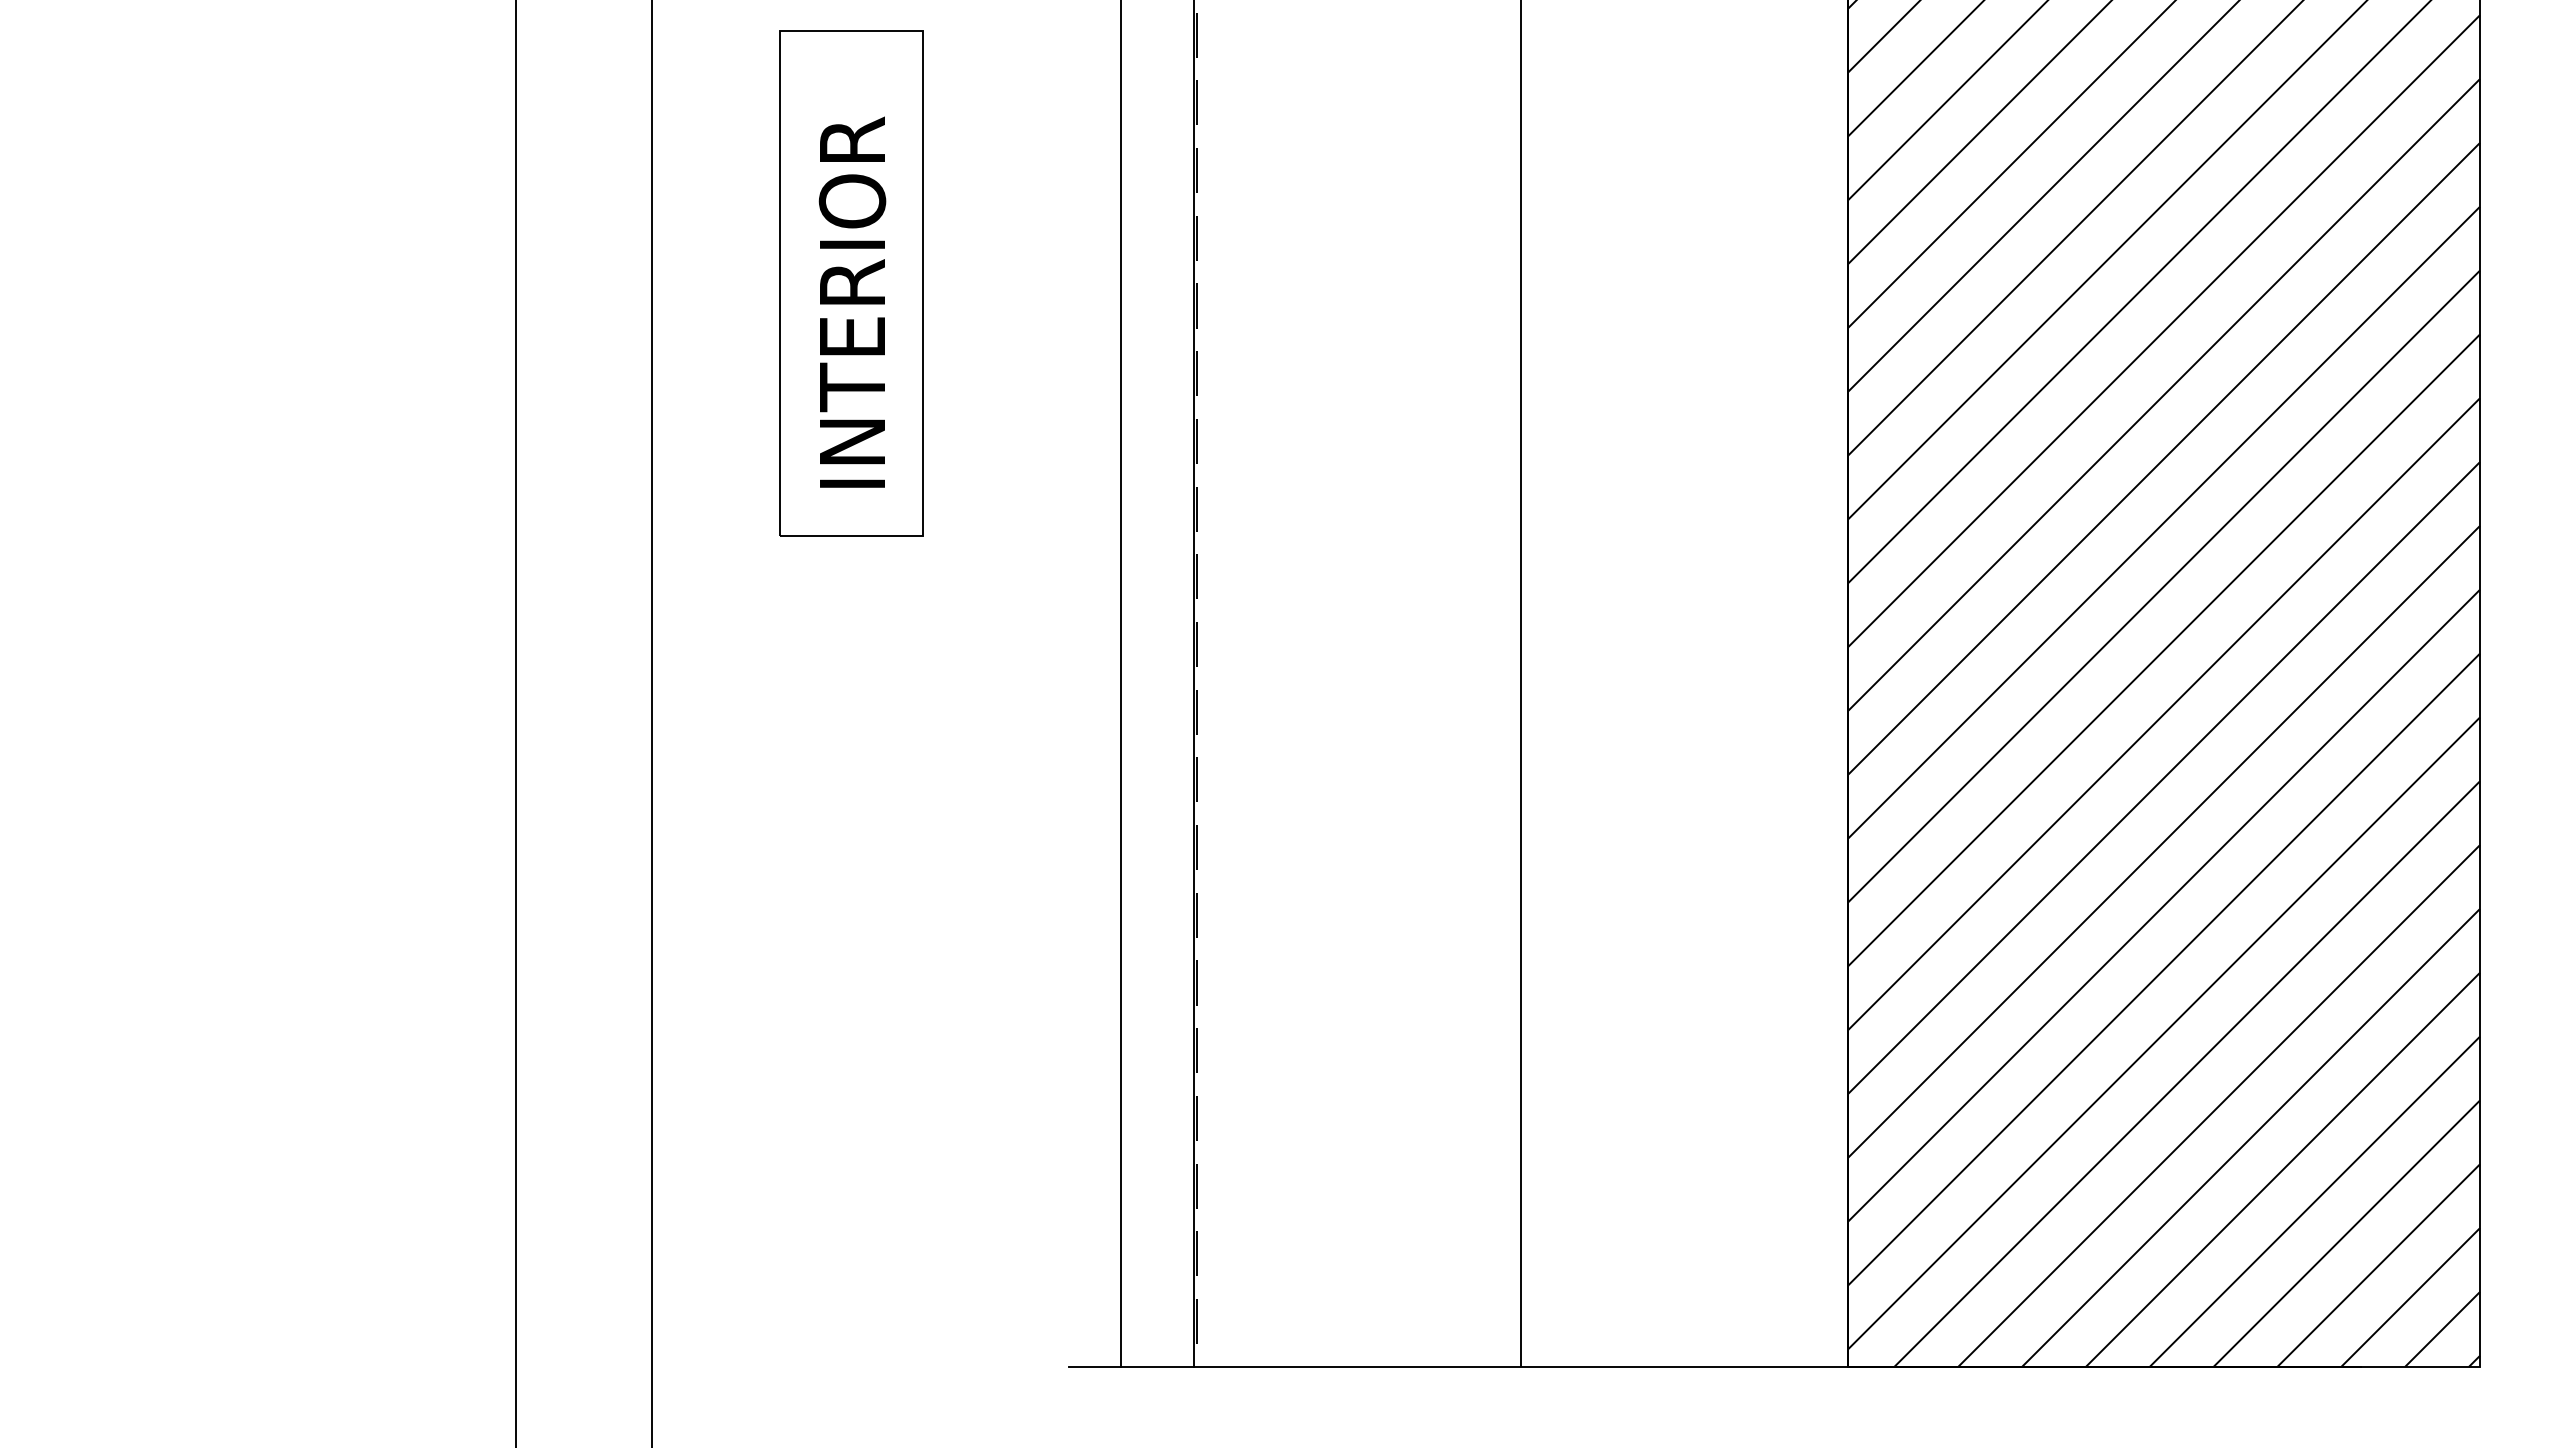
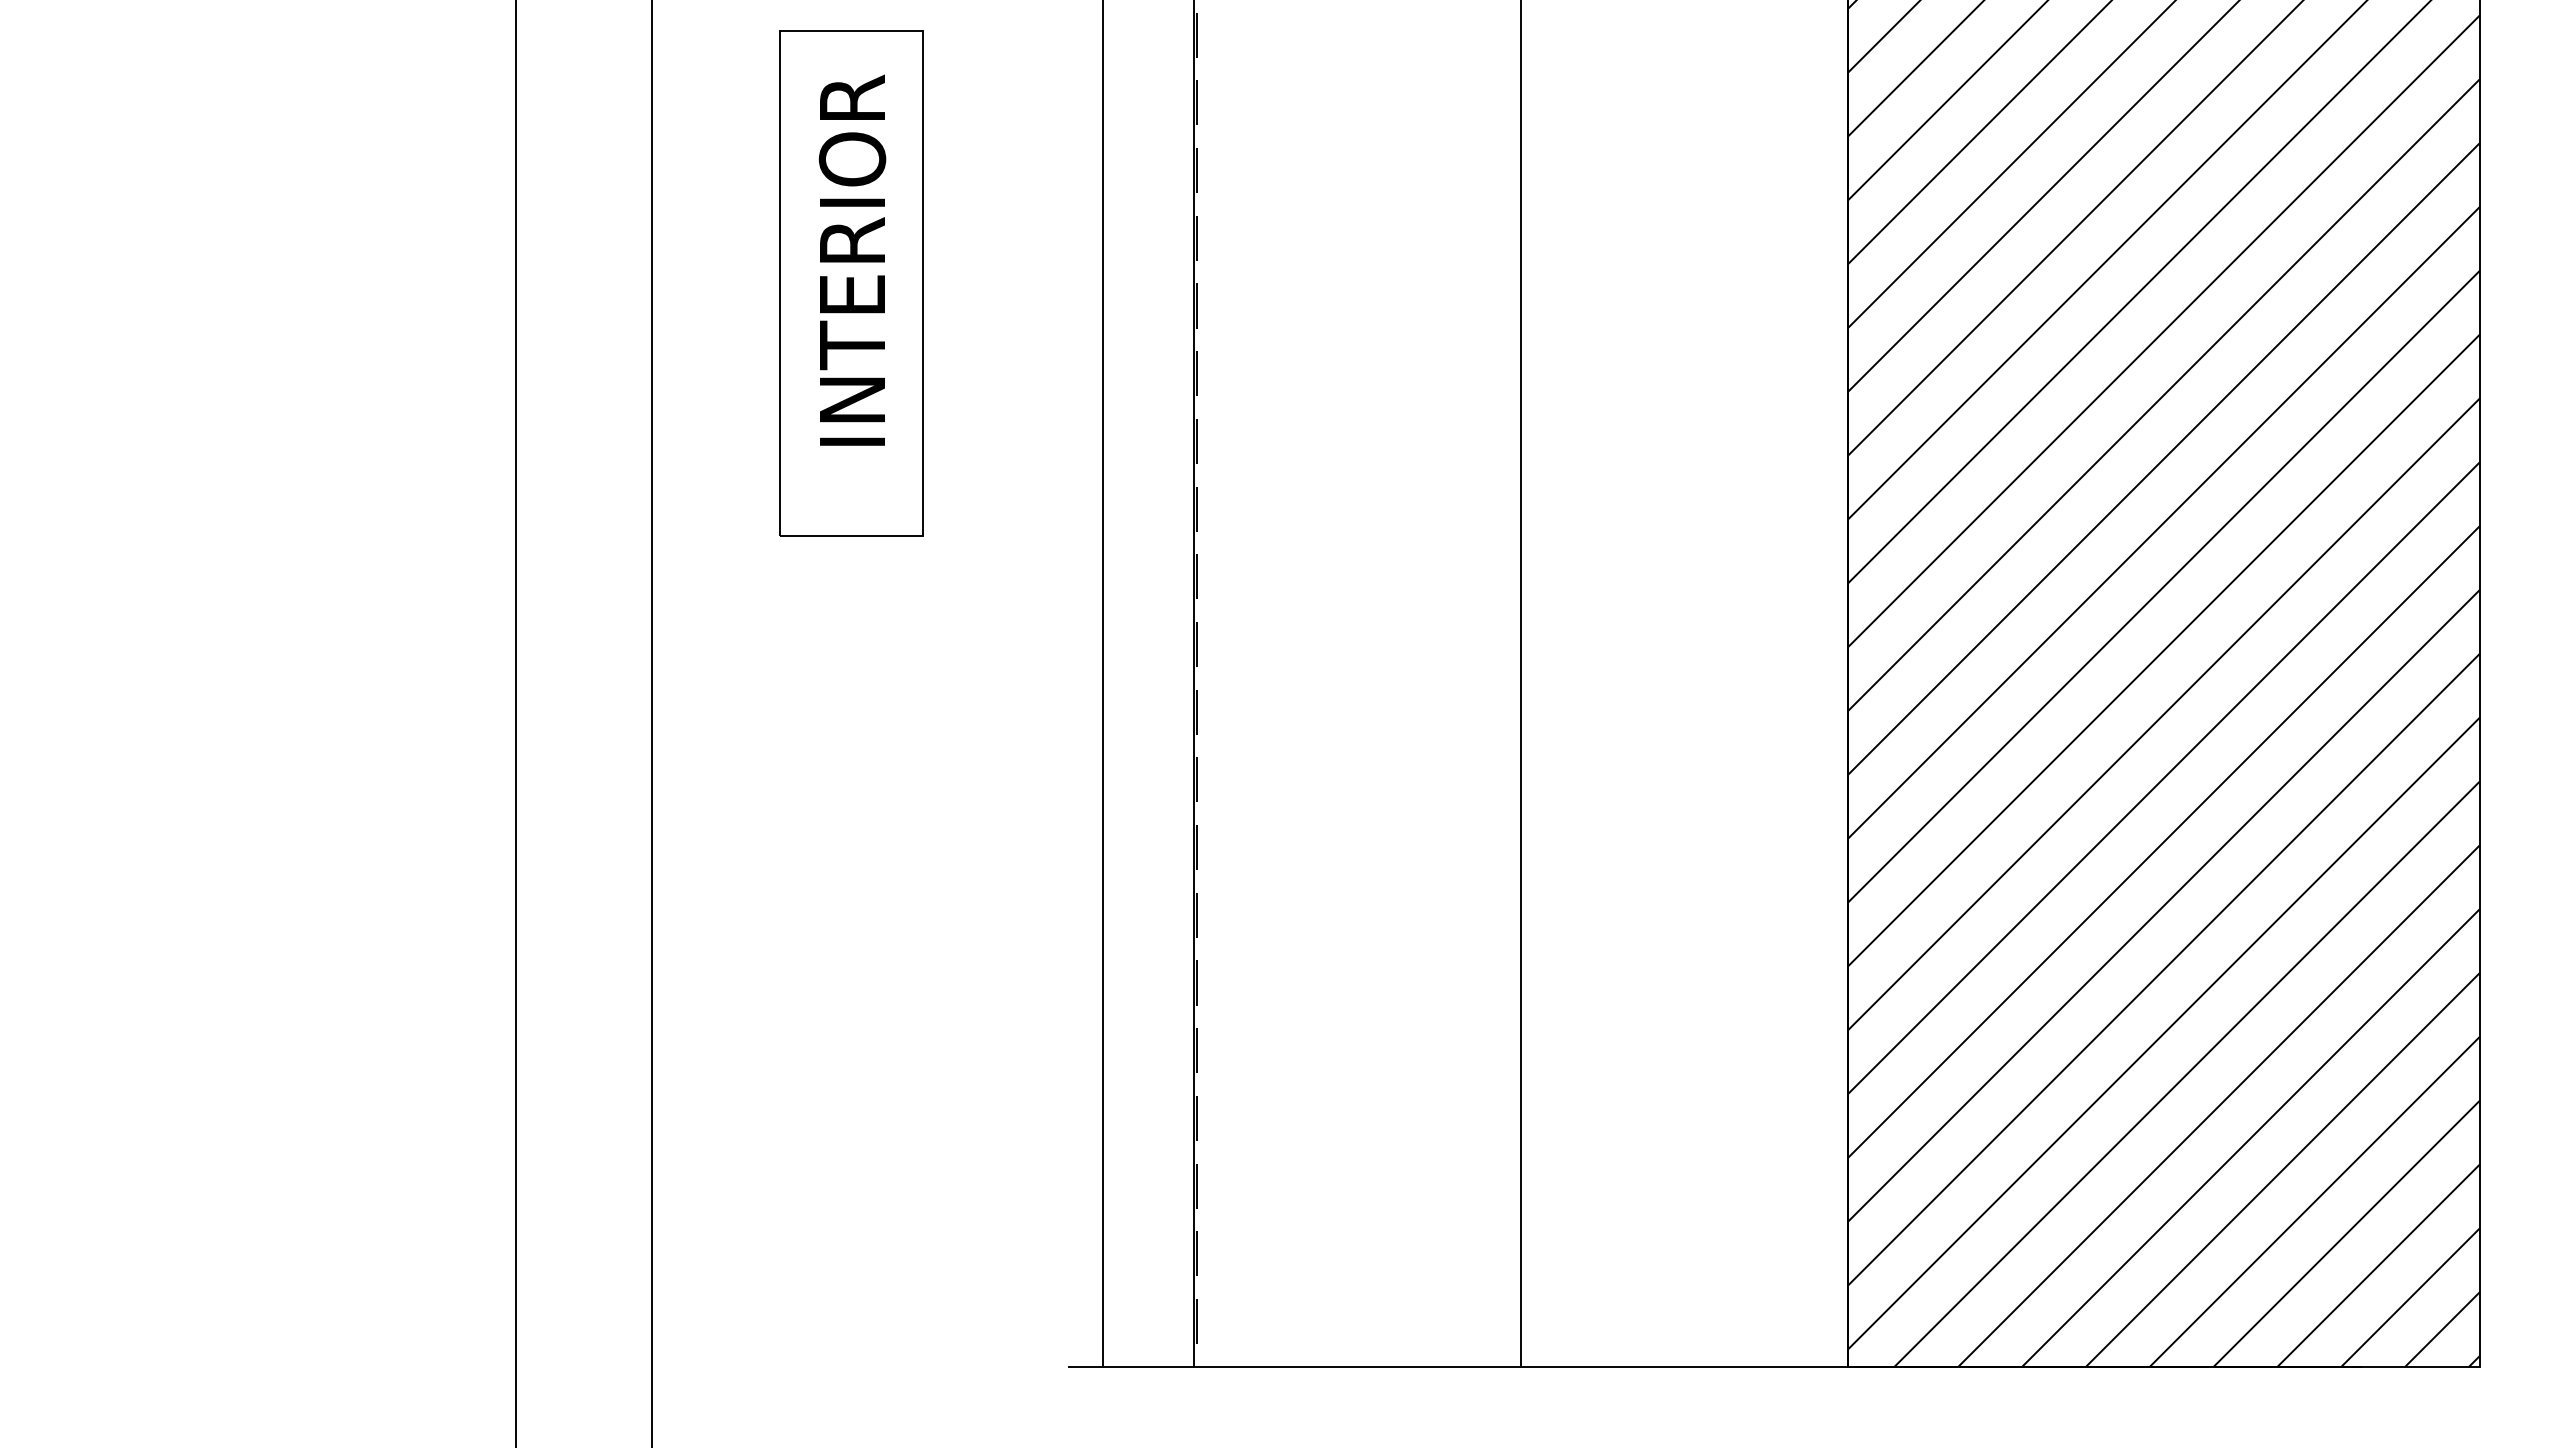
text at (852, 301) position: (852, 301) -> (852, 259)
line at (1121, 684) position: (1121, 684) -> (1103, 684)
